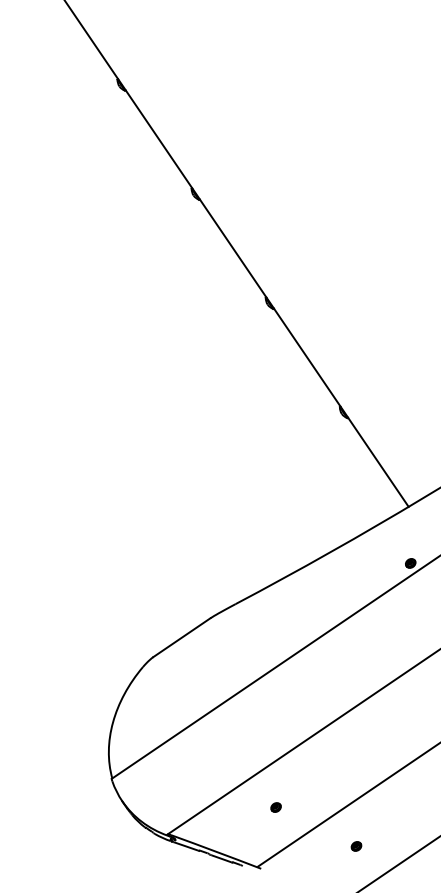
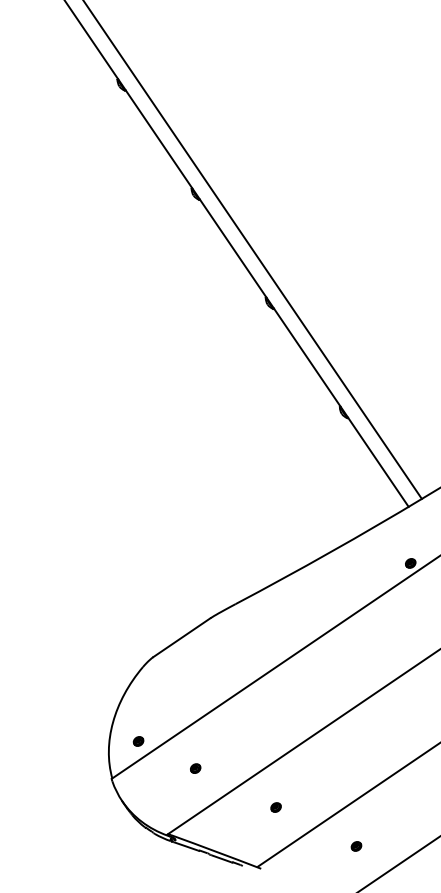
line at (252, 250): none -> present
part at (138, 741): none -> present
part at (195, 768): none -> present
